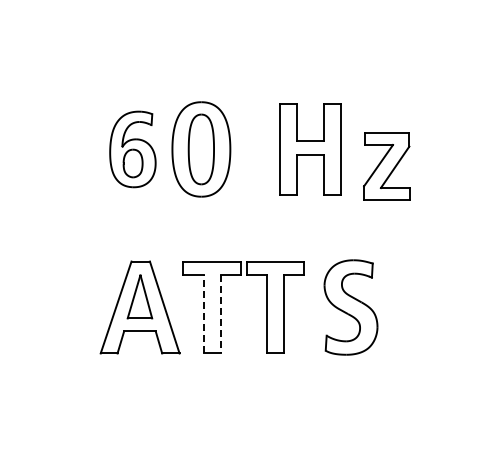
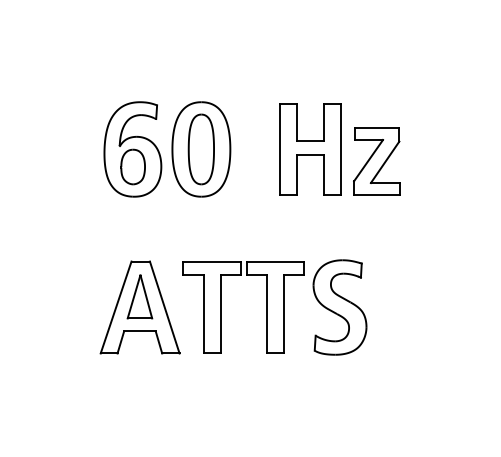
part at (132, 149) size: 48x79 px -> 60x97 px
part at (386, 166) position: (386, 166) -> (376, 161)
part at (350, 307) position: (350, 307) -> (339, 307)
line at (203, 313): dashed -> solid
line at (220, 314): dashed -> solid
